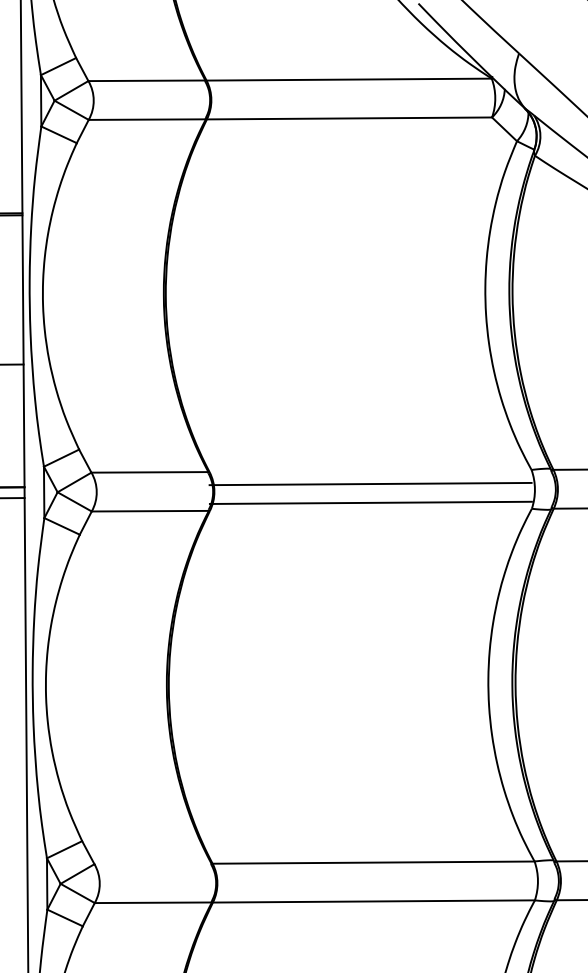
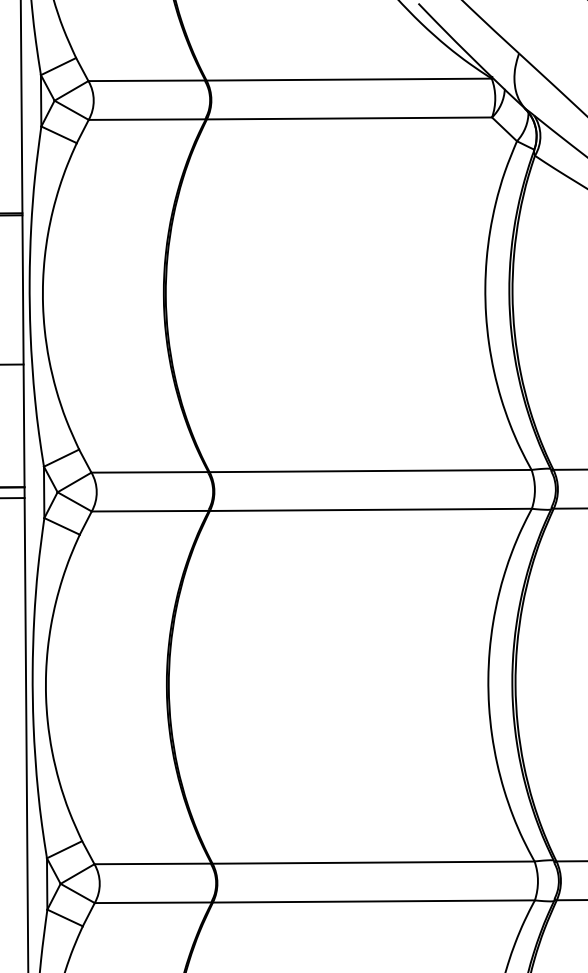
line at (370, 483) position: (370, 483) -> (370, 470)
line at (370, 502) position: (370, 502) -> (370, 509)
line at (152, 863): none -> present
